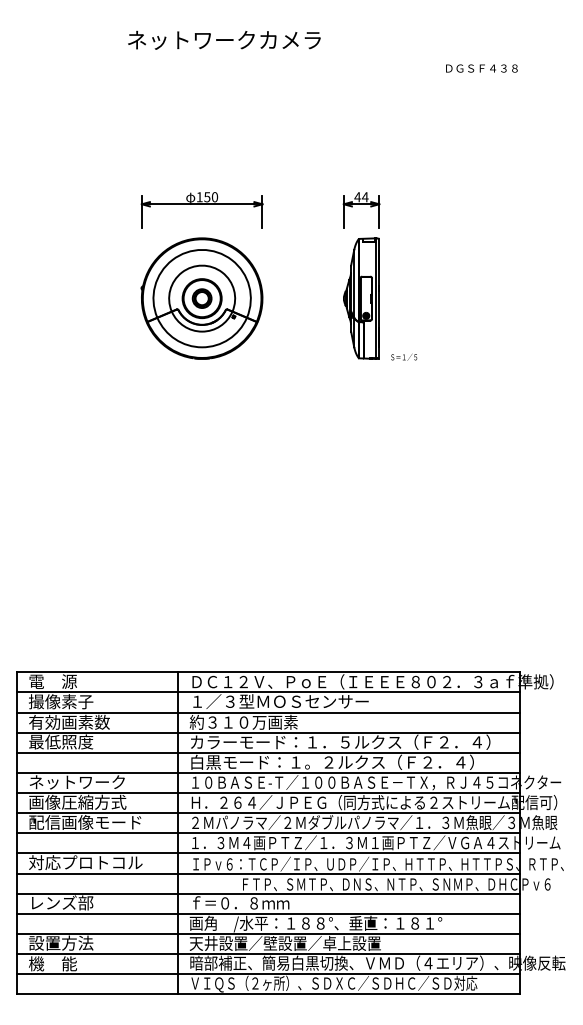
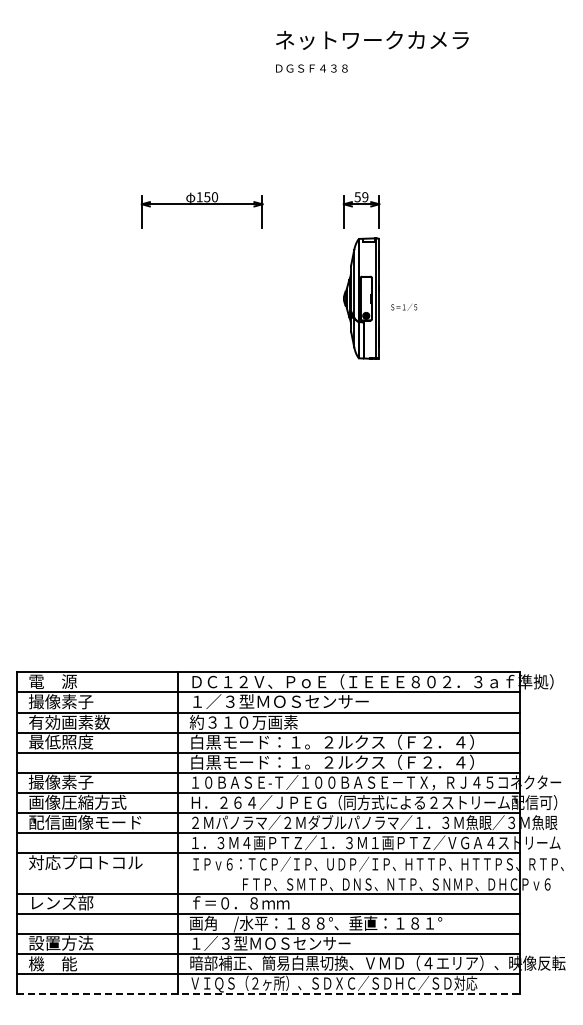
text at (224, 39) position: (224, 39) -> (372, 39)
text at (481, 68) position: (481, 68) -> (311, 68)
text at (361, 197): 44 -> 59
part at (201, 298): present -> none
text at (404, 356) position: (404, 356) -> (404, 306)
text at (340, 741): カラーモード：１．５ルクス（Ｆ２．４） -> 白黒モード：１。２ルクス（Ｆ２．４）
text at (76, 781): ネットワーク -> 撮像素子
line at (268, 873): present -> none
text at (284, 942): 天井設置／壁設置／卓上設置 -> １／３型ＭＯＳセンサー
line at (268, 994): solid -> dashed
